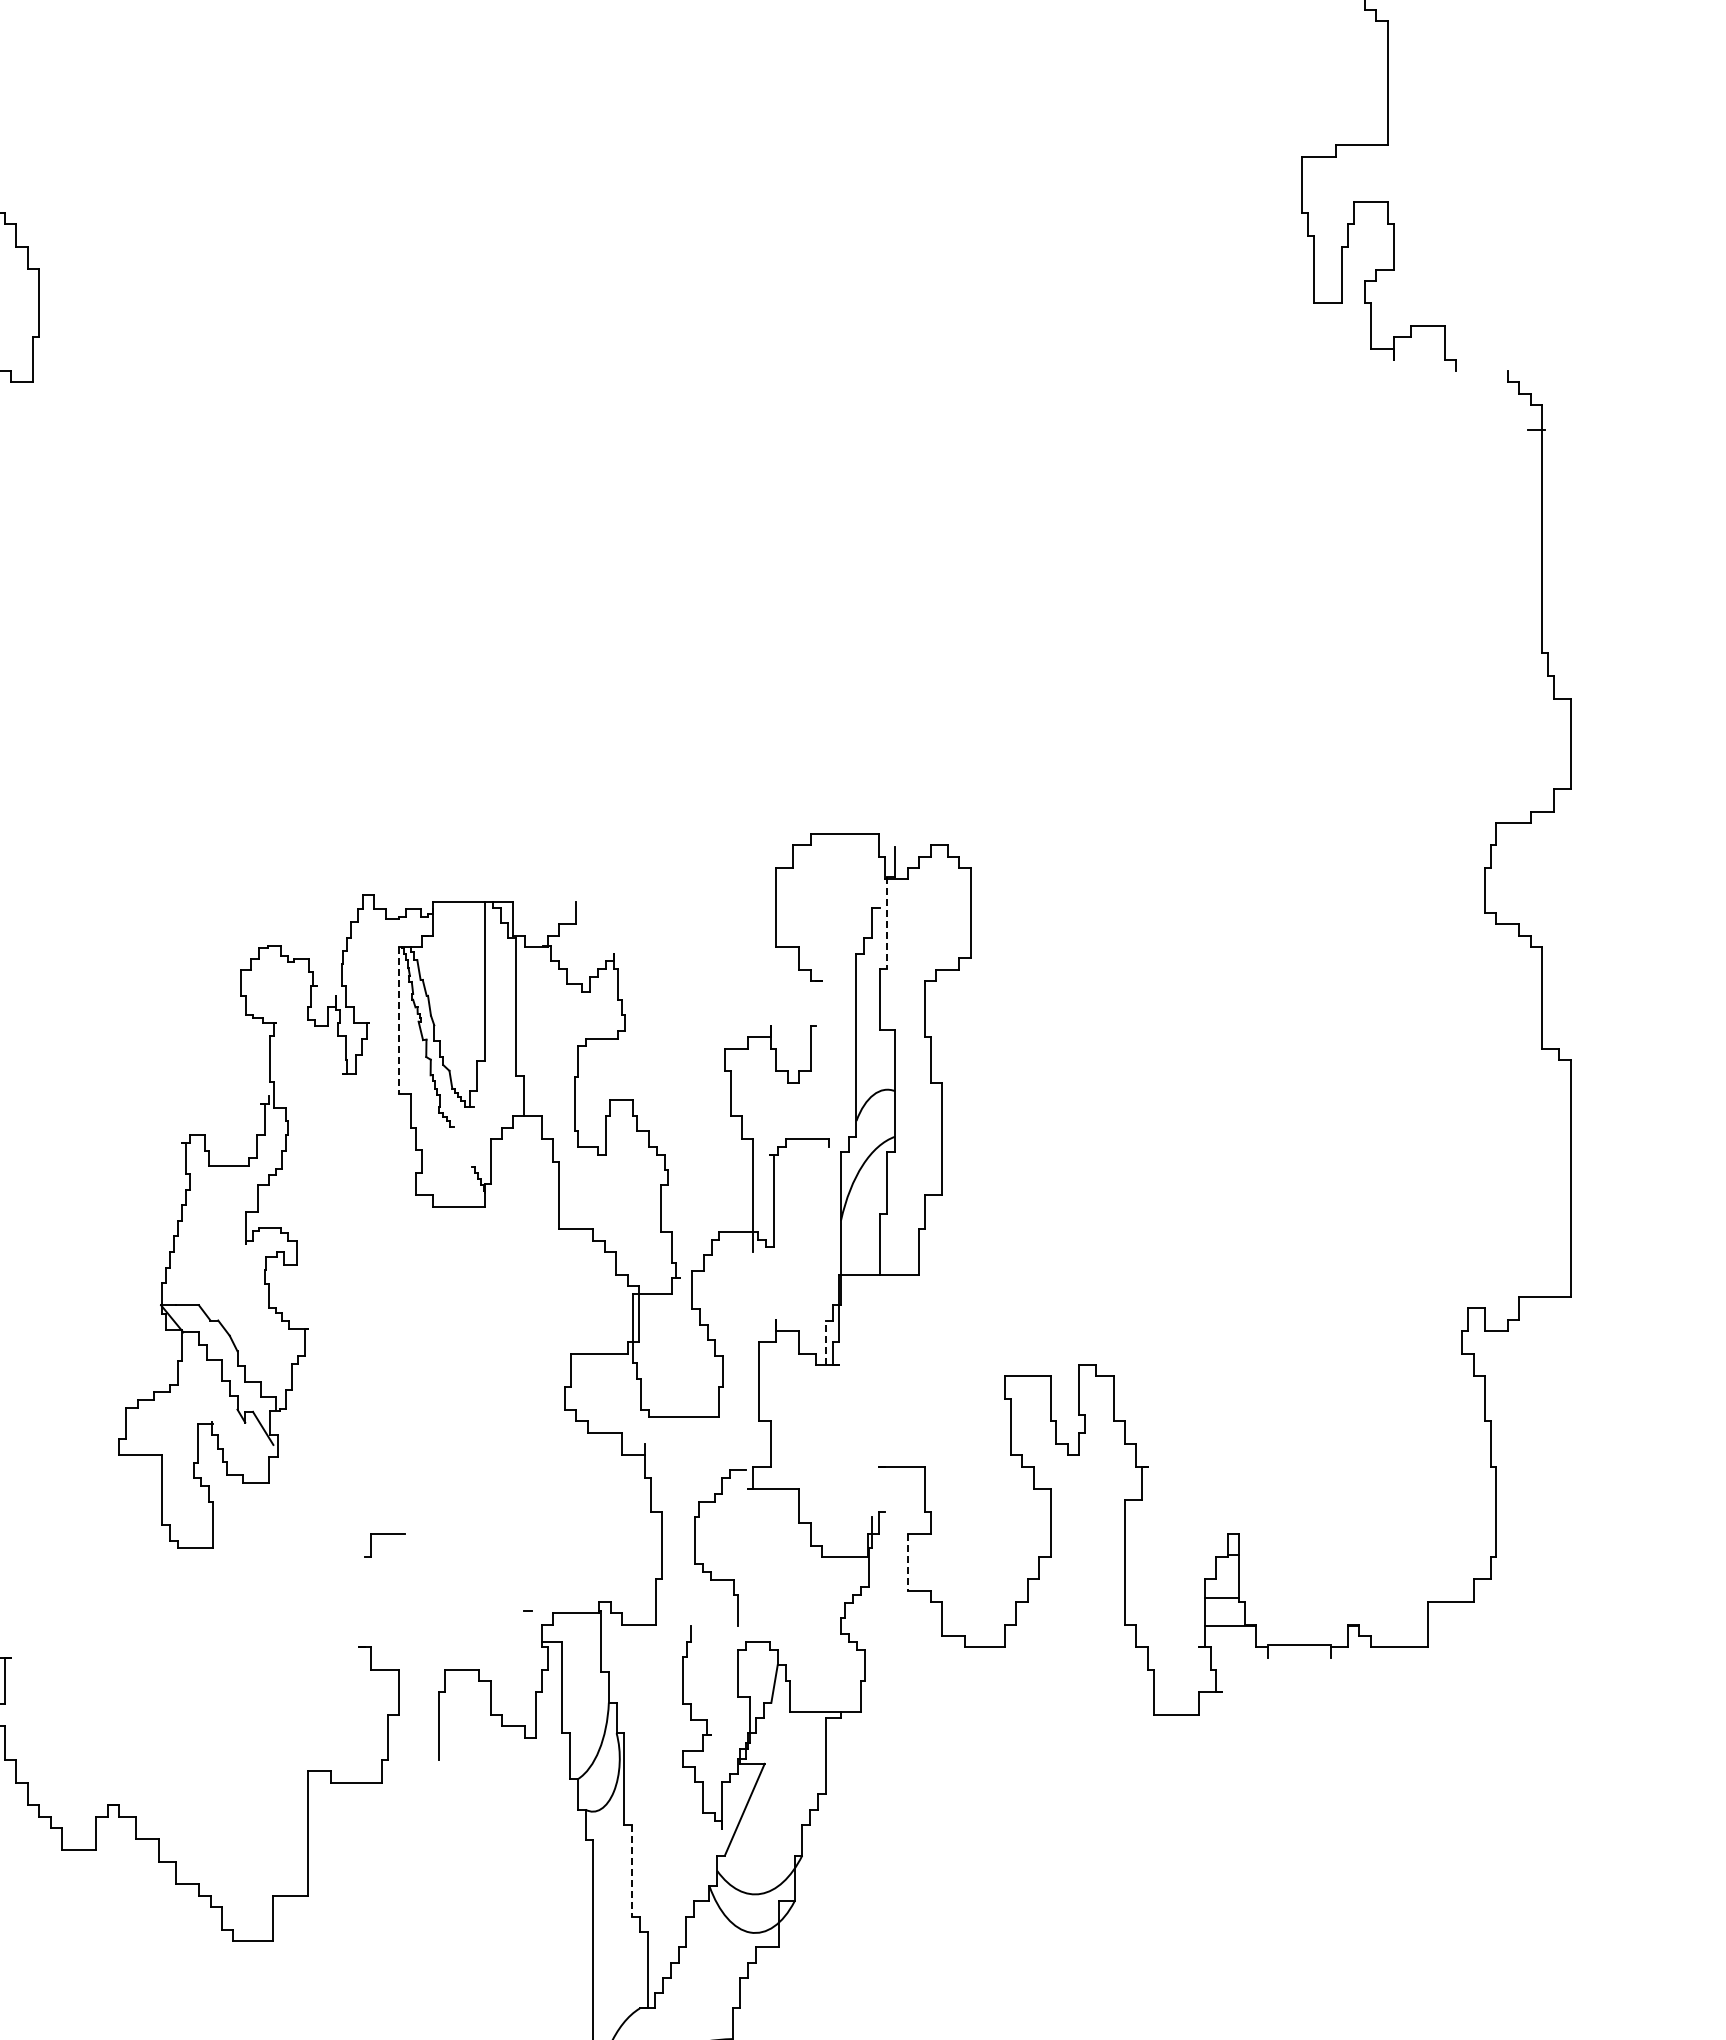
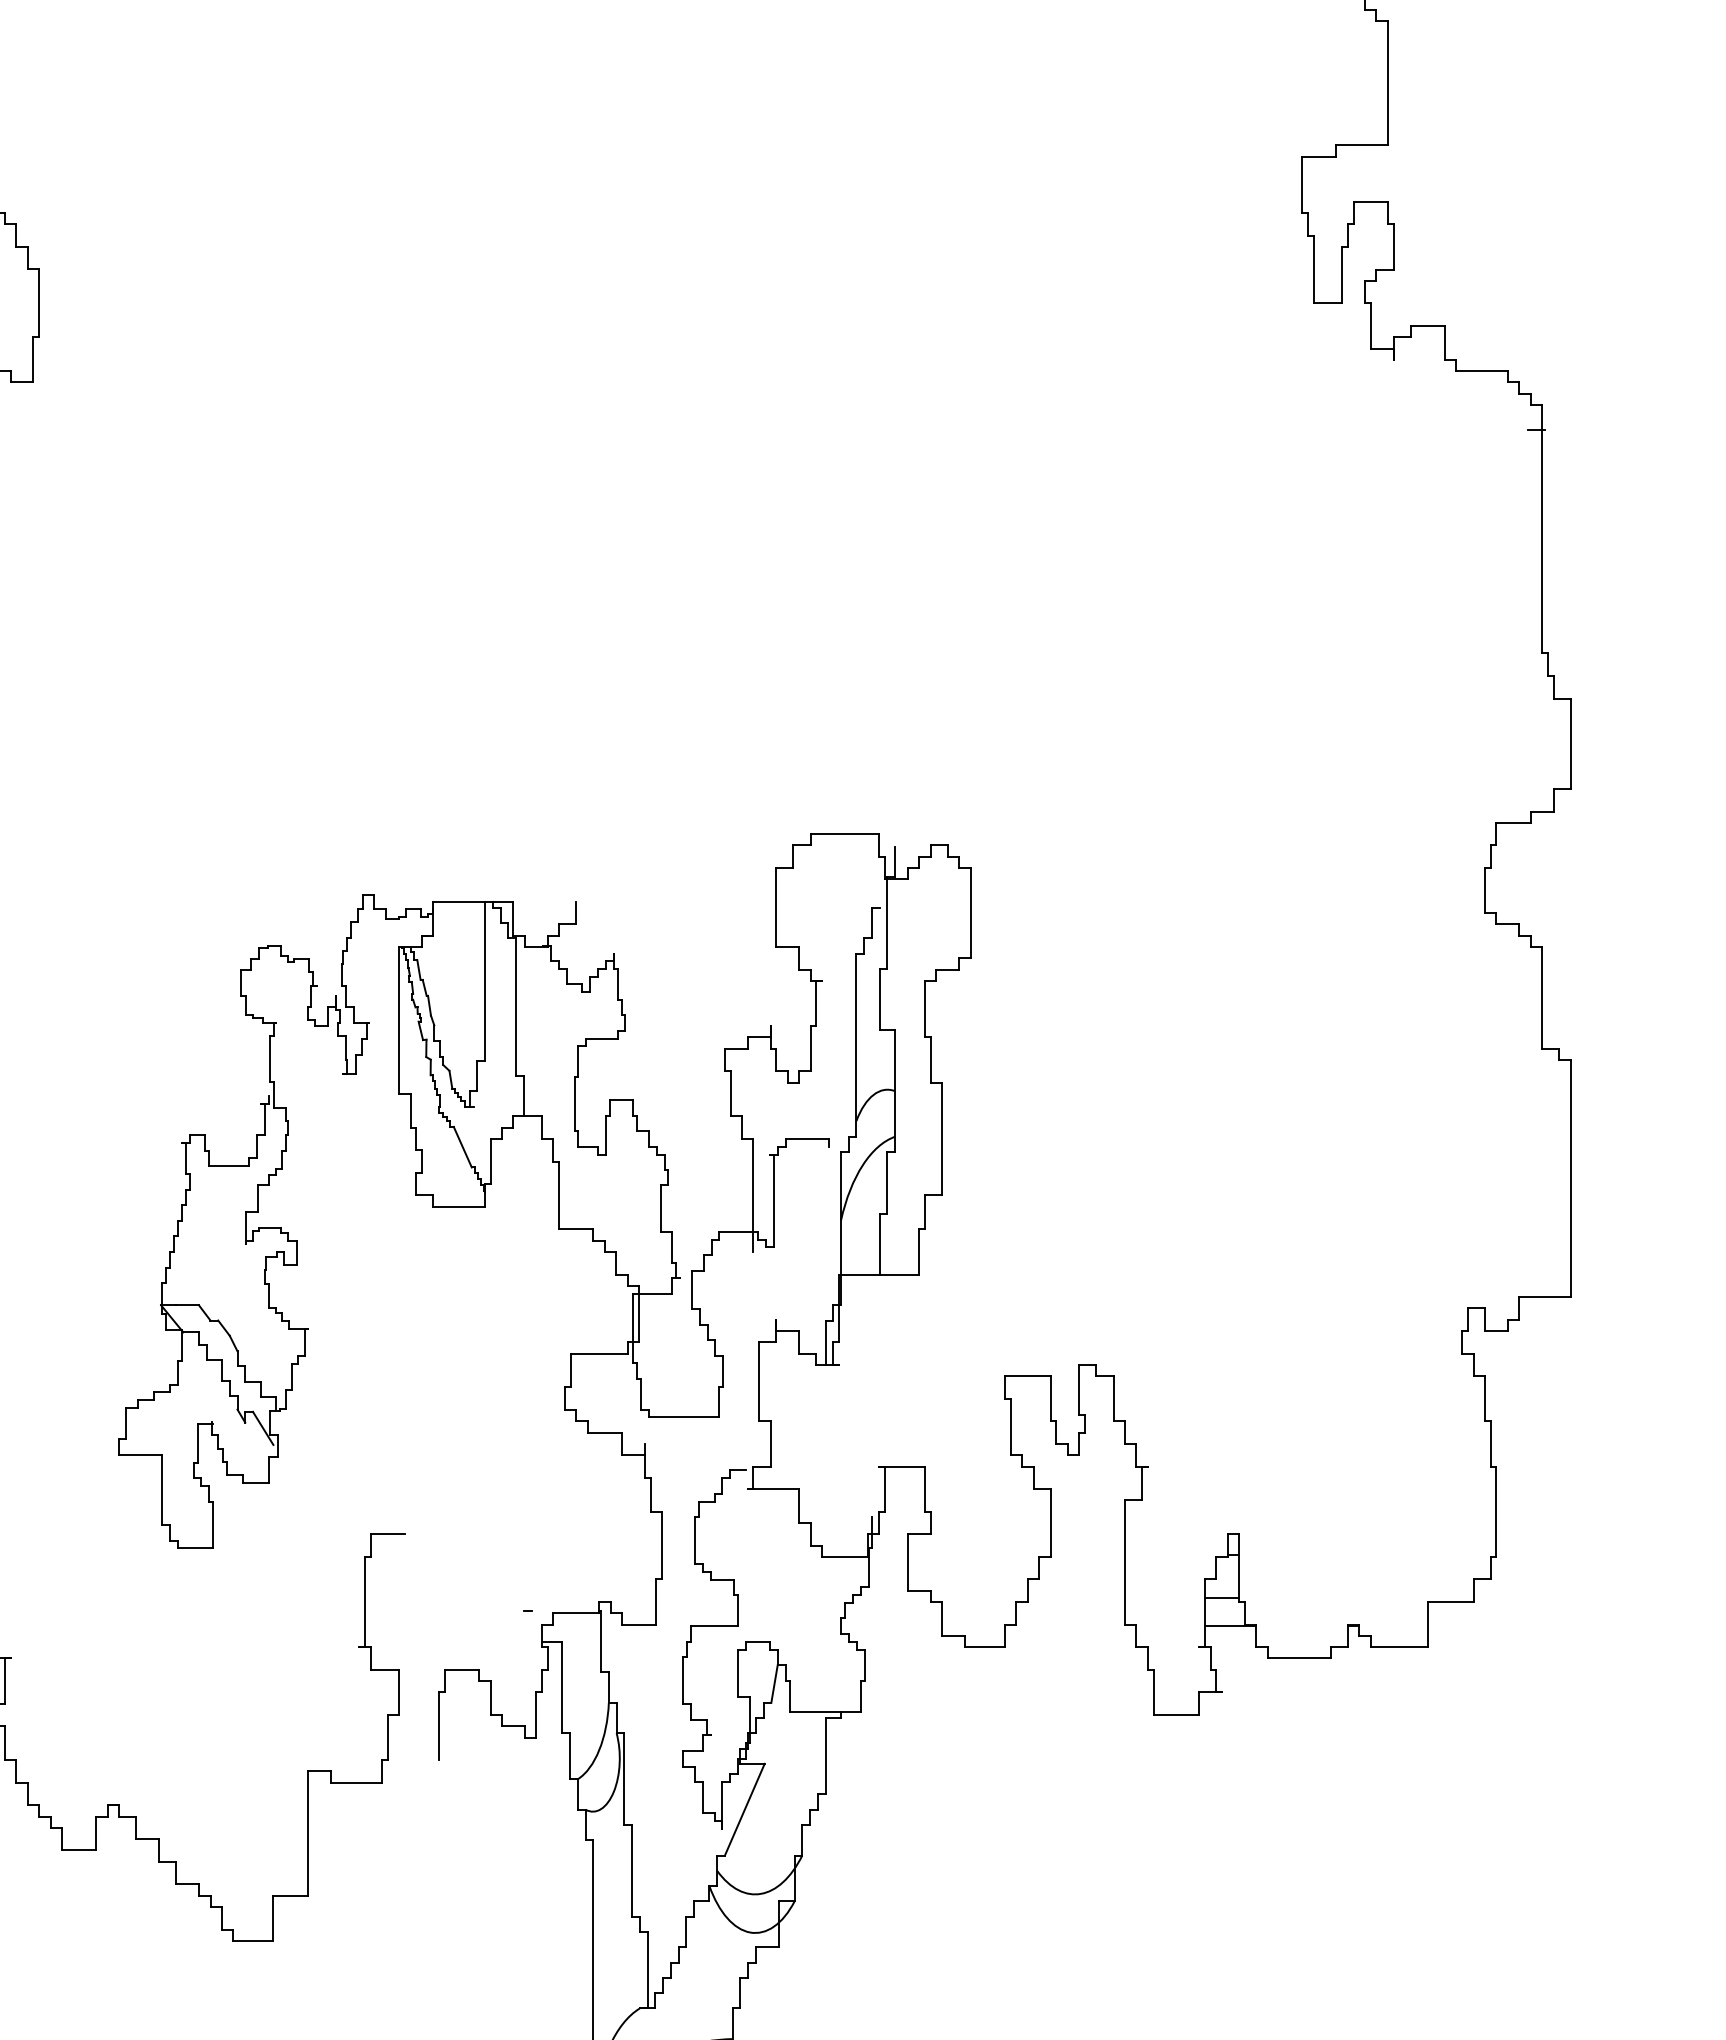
line at (1481, 371): none -> present
line at (887, 923): dashed -> solid
line at (816, 1003): none -> present
line at (399, 1020): dashed -> solid
line at (462, 1146): none -> present
line at (825, 1342): dashed -> solid
line at (884, 1488): none -> present
line at (907, 1563): dashed -> solid
line at (364, 1601): none -> present
line at (714, 1626): none -> present
line at (1298, 1645) position: (1298, 1645) -> (1298, 1658)
line at (632, 1870): dashed -> solid
